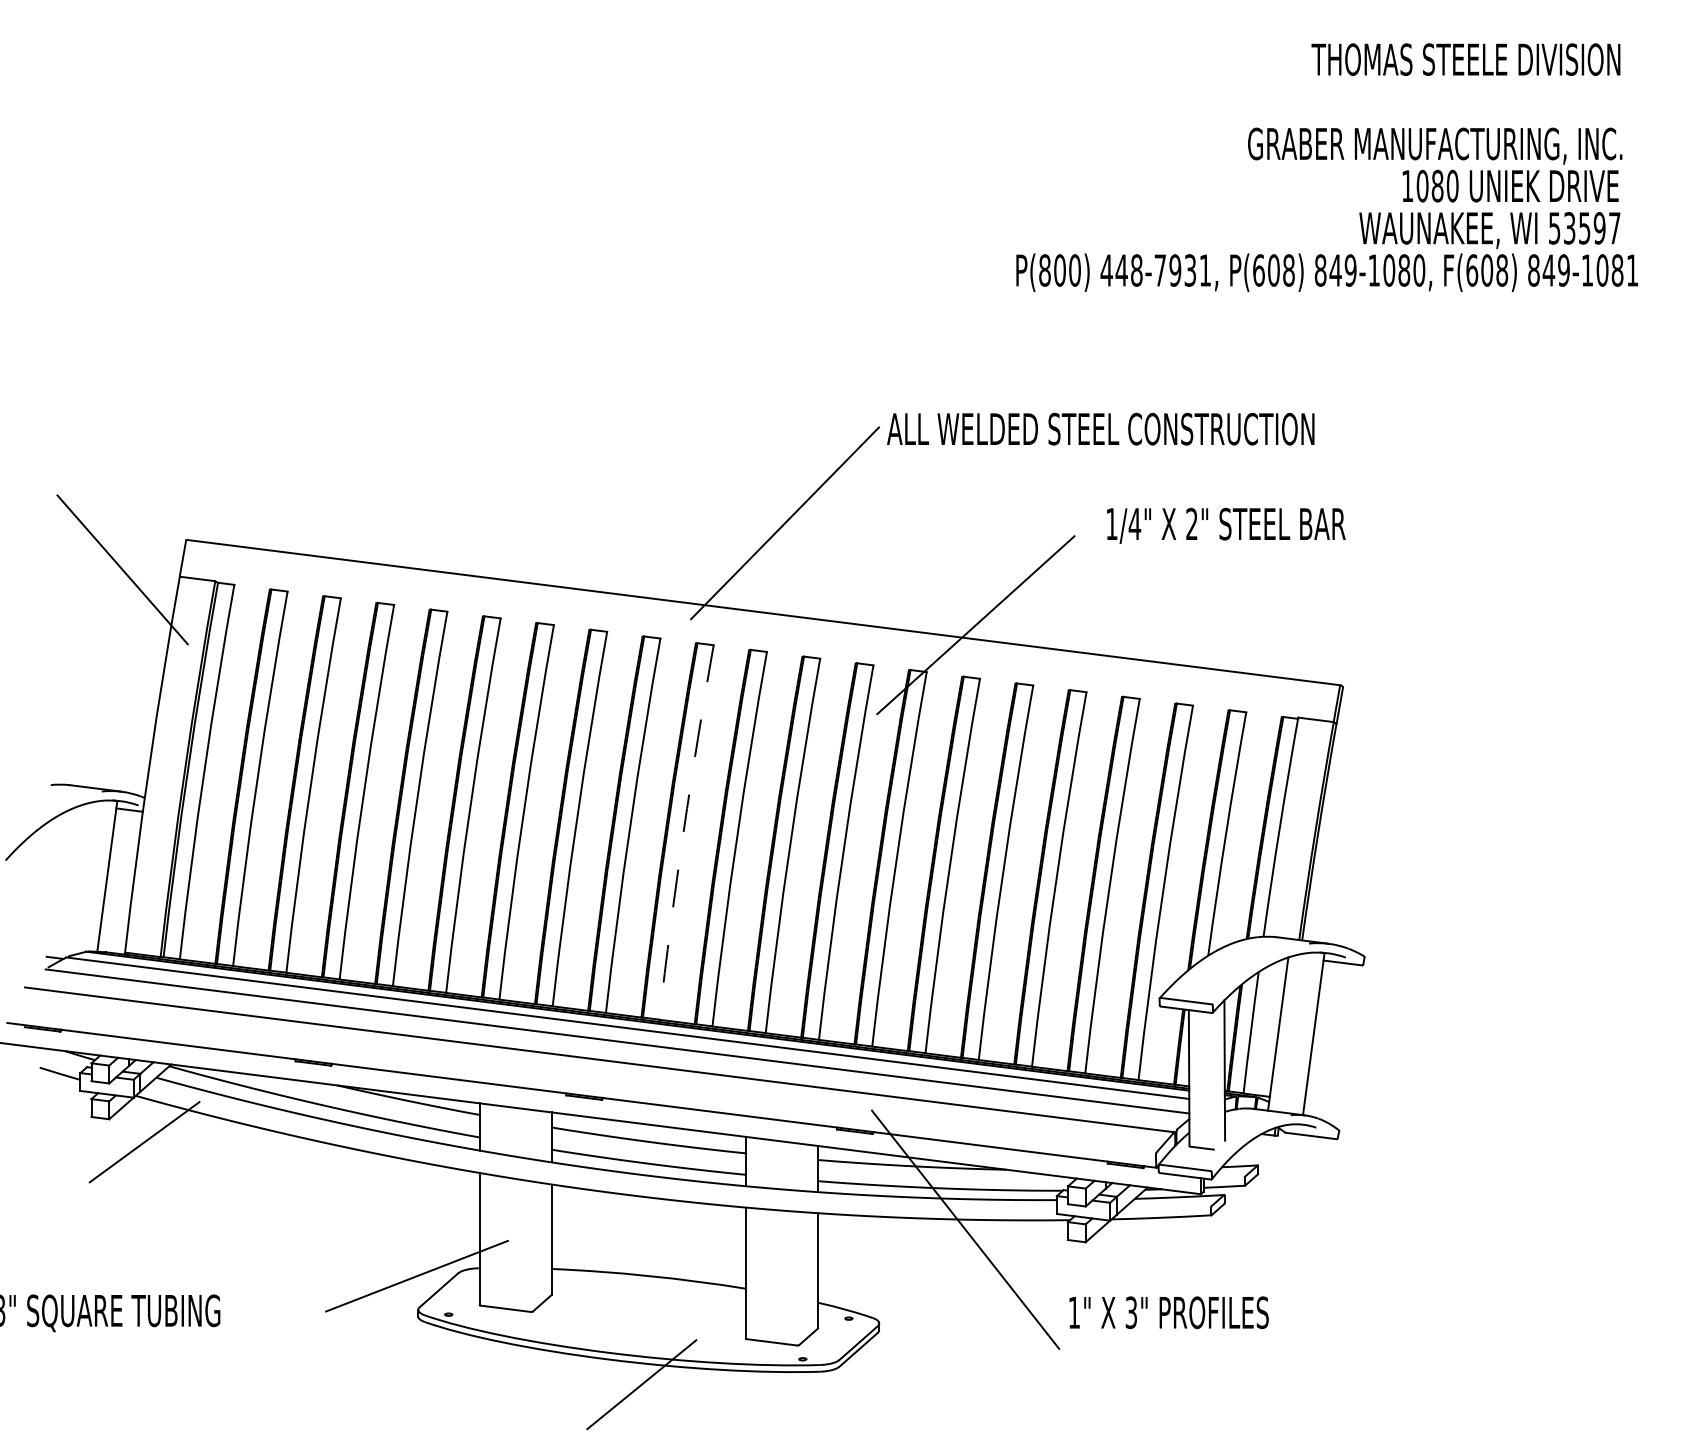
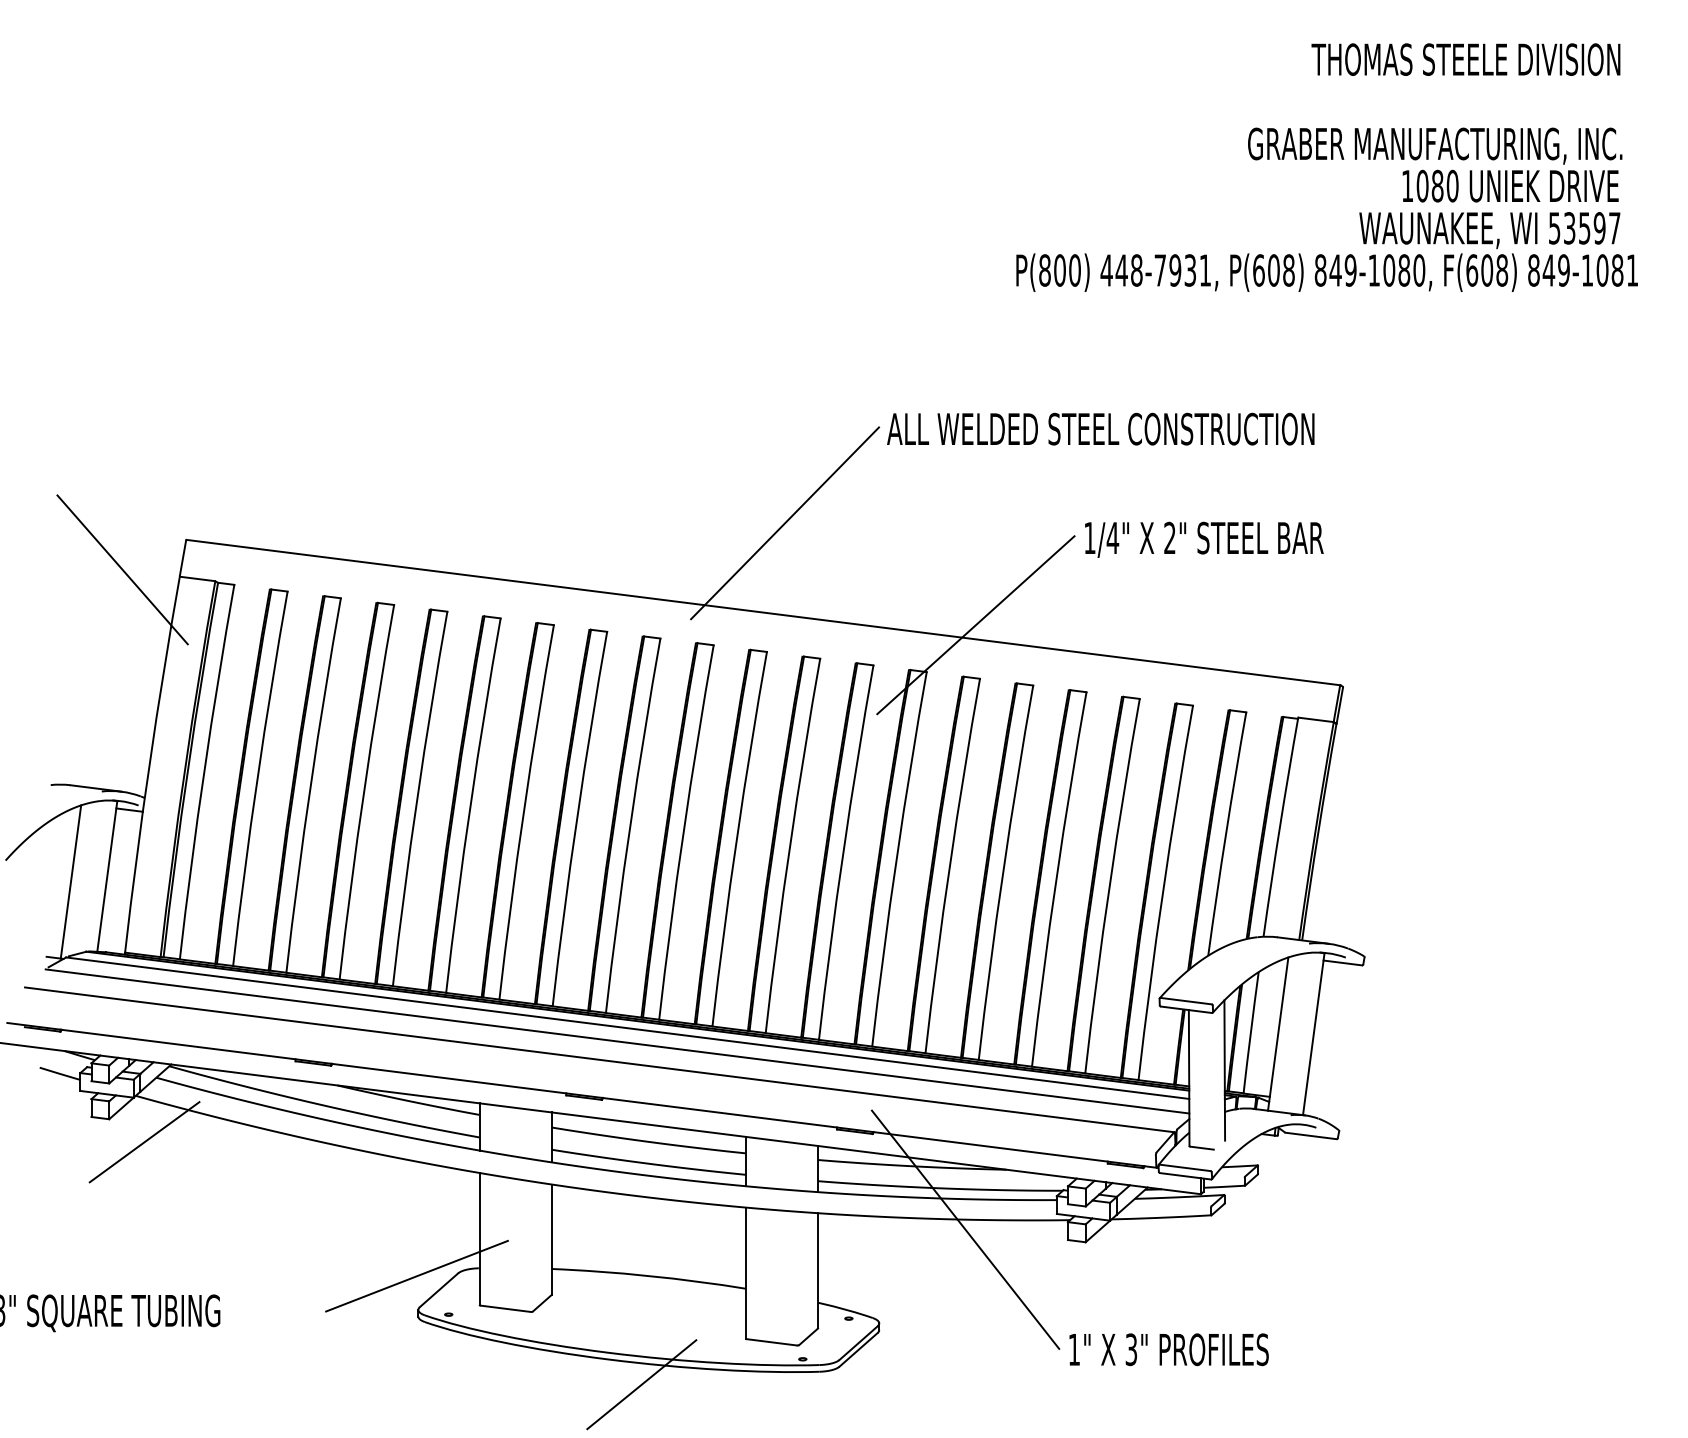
text at (1226, 525) position: (1226, 525) -> (1204, 539)
arc at (683, 831): dashed -> solid
line at (70, 881): none -> present
text at (1168, 1312) position: (1168, 1312) -> (1168, 1349)
